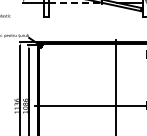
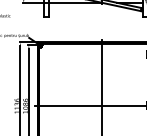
line at (76, 2): dashed -> solid
line at (115, 85) position: (115, 85) -> (101, 85)
